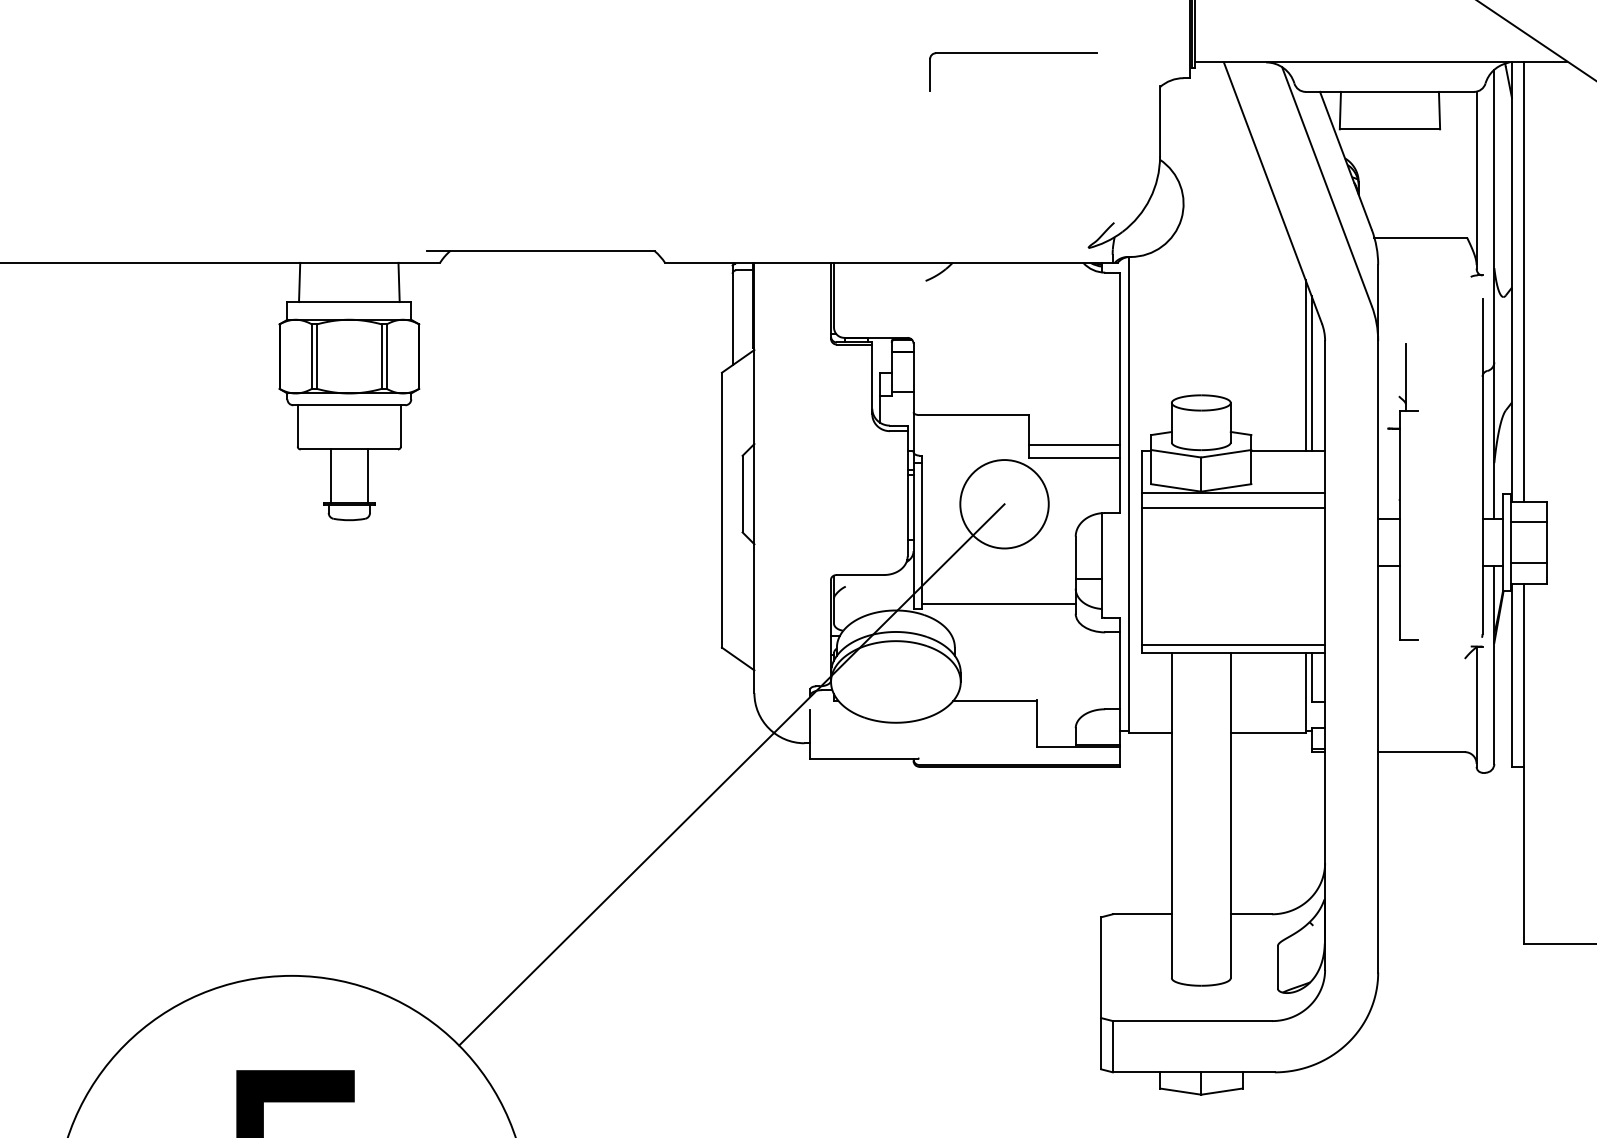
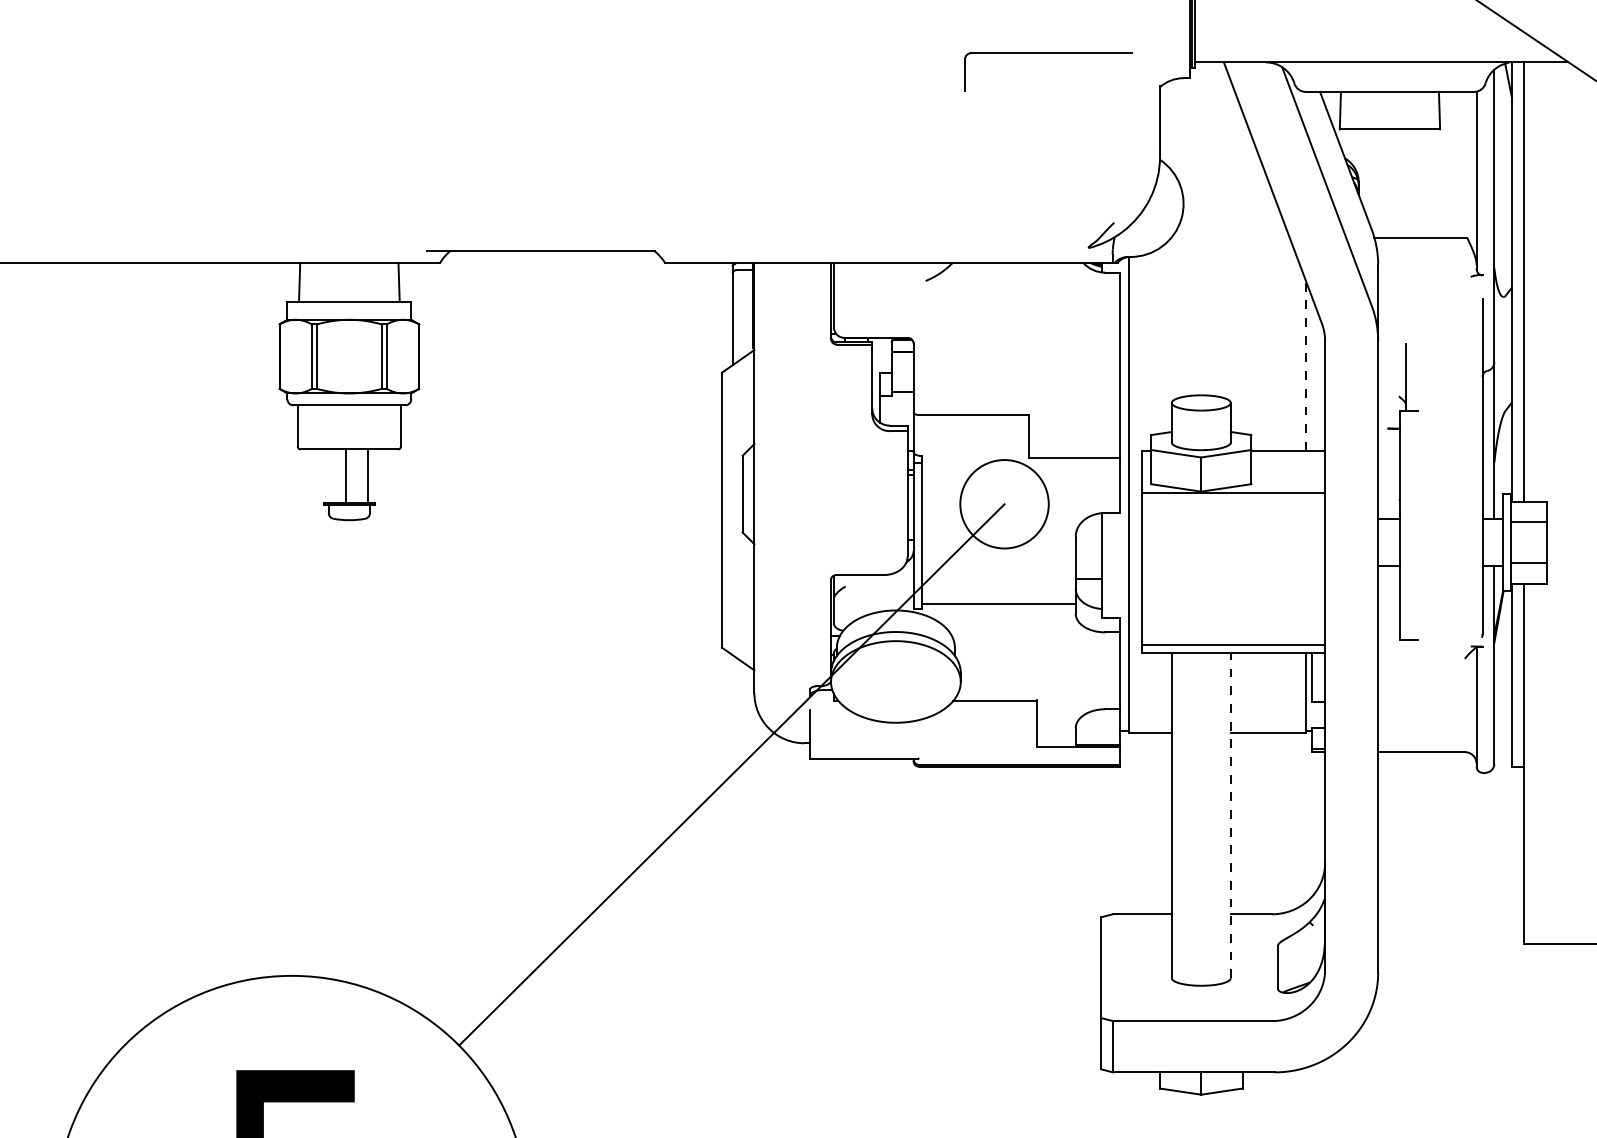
part at (1013, 53) position: (1013, 53) -> (1048, 53)
line at (1305, 364): solid -> dashed
line at (1311, 372): present -> none
line at (1073, 445): present -> none
line at (331, 475) position: (331, 475) -> (346, 475)
line at (1233, 507): present -> none
line at (1230, 815): solid -> dashed
